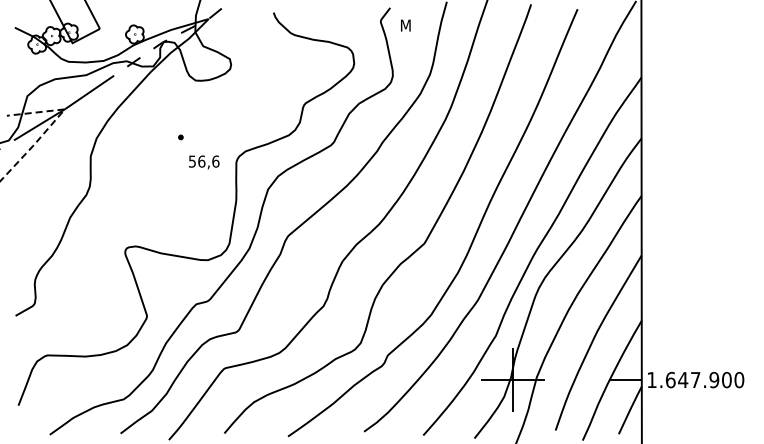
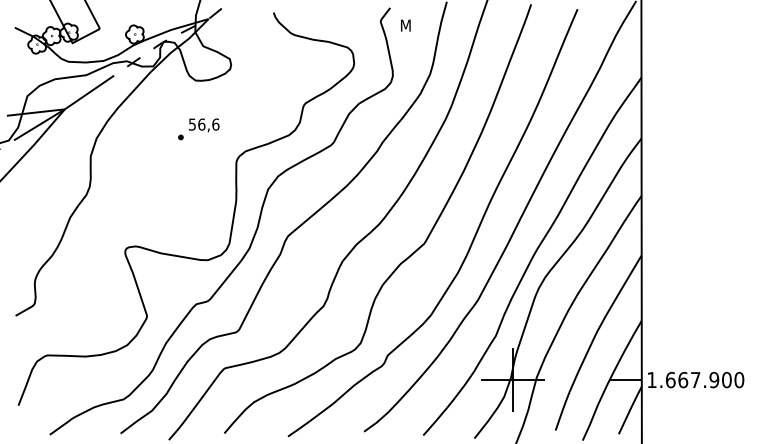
line at (52, 123): dashed -> solid
text at (204, 162) position: (204, 162) -> (204, 125)
text at (683, 379): 1.647.900 -> 1.667.900
